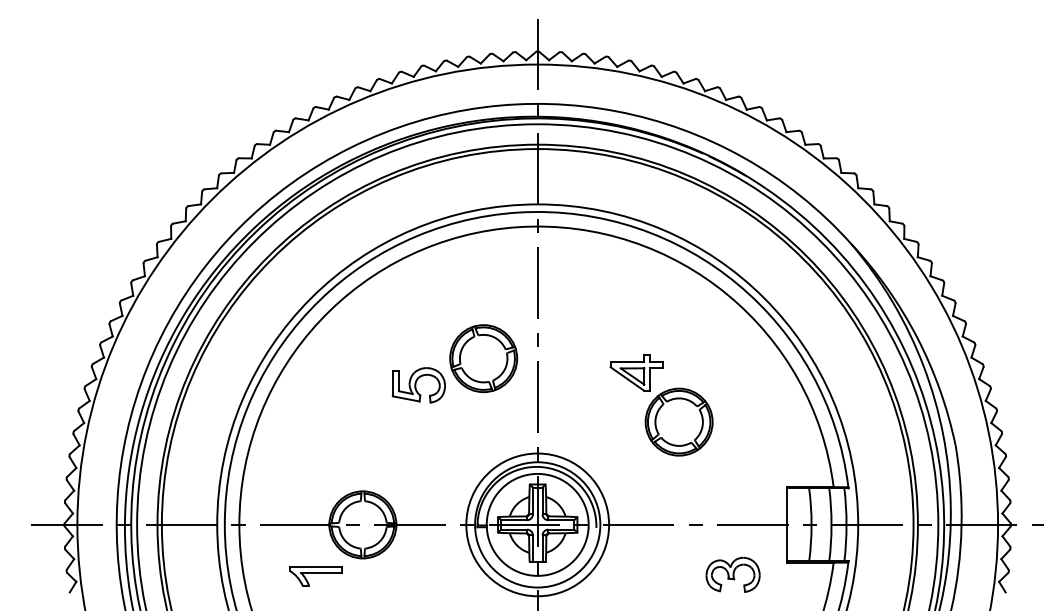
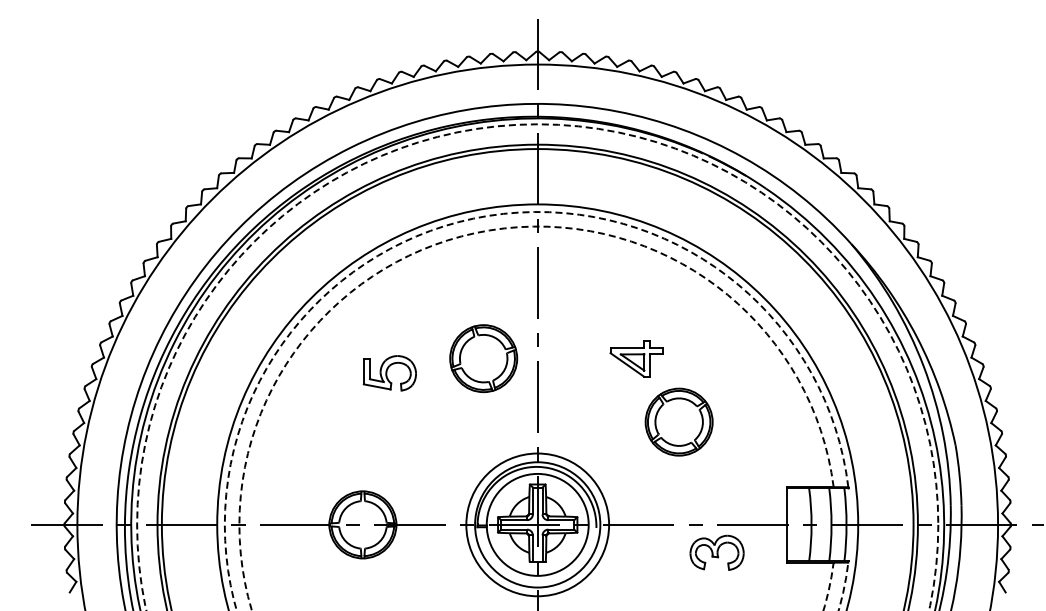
arc at (452, 223): solid -> dashed
arc at (450, 239): solid -> dashed
circle at (537, 367): solid -> dashed
part at (636, 372) position: (636, 372) -> (636, 358)
part at (418, 385) position: (418, 385) -> (389, 373)
part at (732, 574) position: (732, 574) -> (716, 552)
part at (315, 576): present -> none
